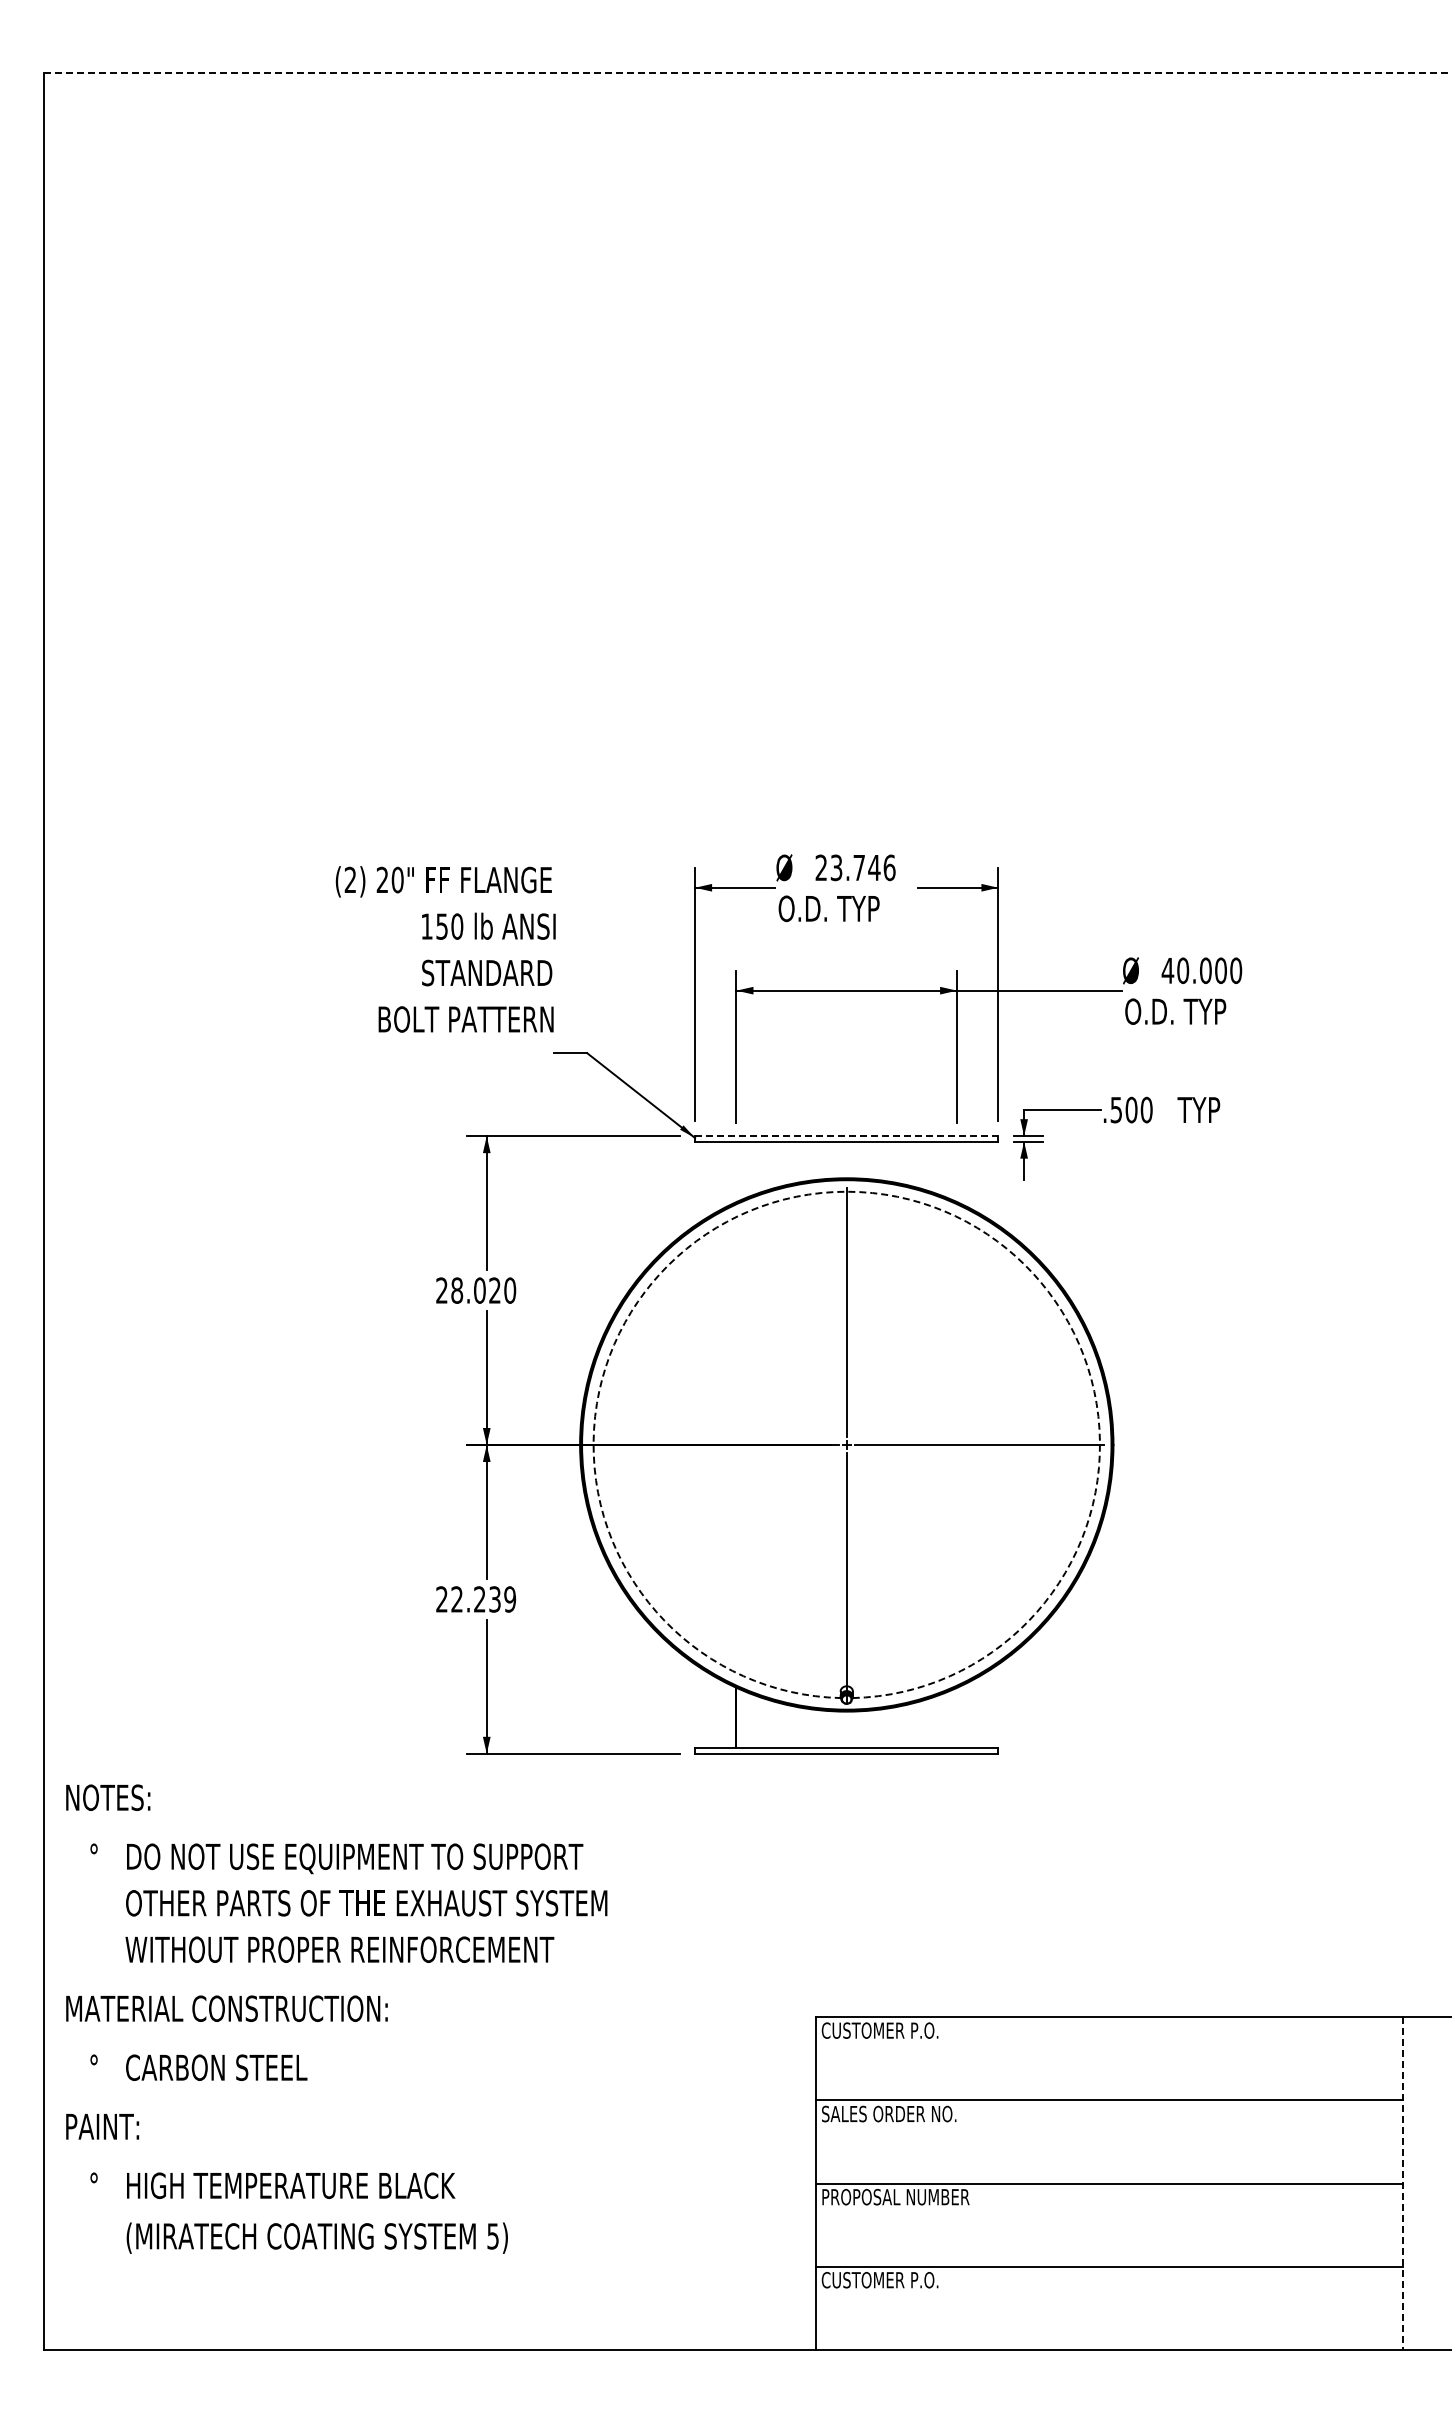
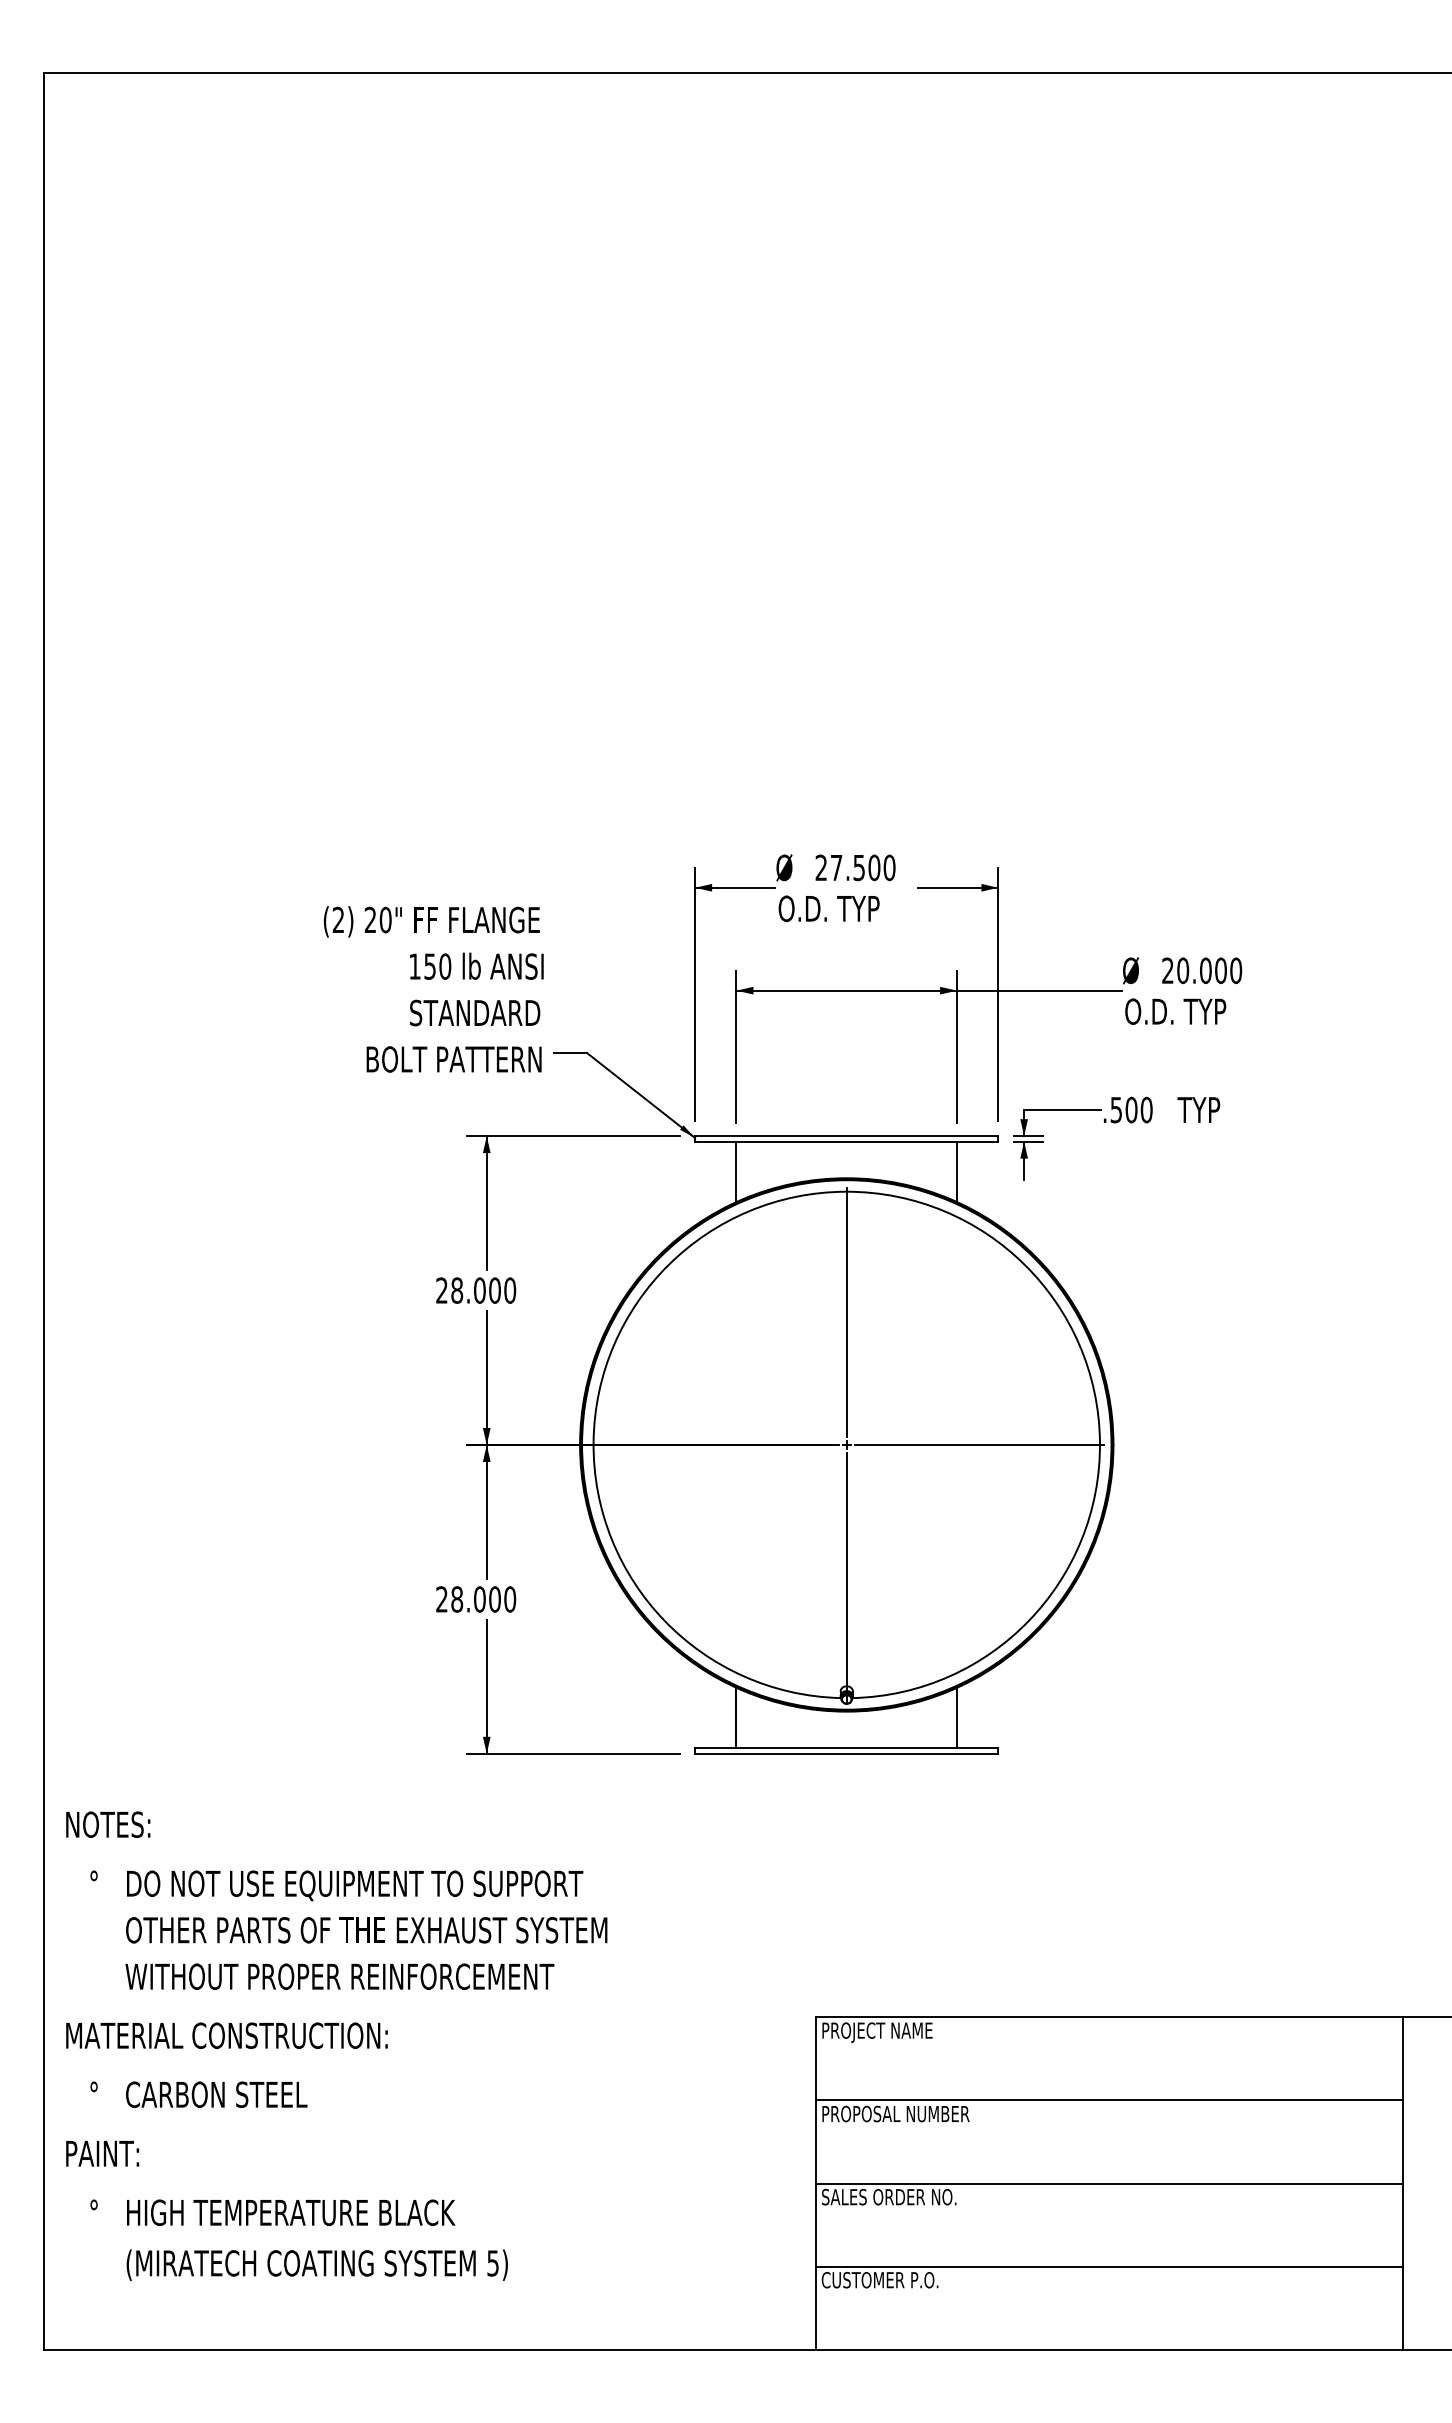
line at (747, 72): dashed -> solid
text at (862, 867): 23.746 -> 27.500
text at (445, 949) position: (445, 949) -> (433, 989)
text at (1167, 970): 40.000 -> 20.000
line at (846, 1136): dashed -> solid
line at (736, 1171): none -> present
line at (957, 1171): none -> present
arc at (846, 1191): dashed -> solid
text at (494, 1290): 28.020 -> 28.000
text at (483, 1599): 22.239 -> 28.000
line at (957, 1717): none -> present
text at (336, 2018) position: (336, 2018) -> (336, 2045)
text at (879, 2032): CUSTOMER P.O. -> PROJECT NAME
text at (895, 2113): SALES ORDER NO. -> PROPOSAL NUMBER
line at (1402, 2183): dashed -> solid
text at (895, 2196): PROPOSAL NUMBER -> SALES ORDER NO.
